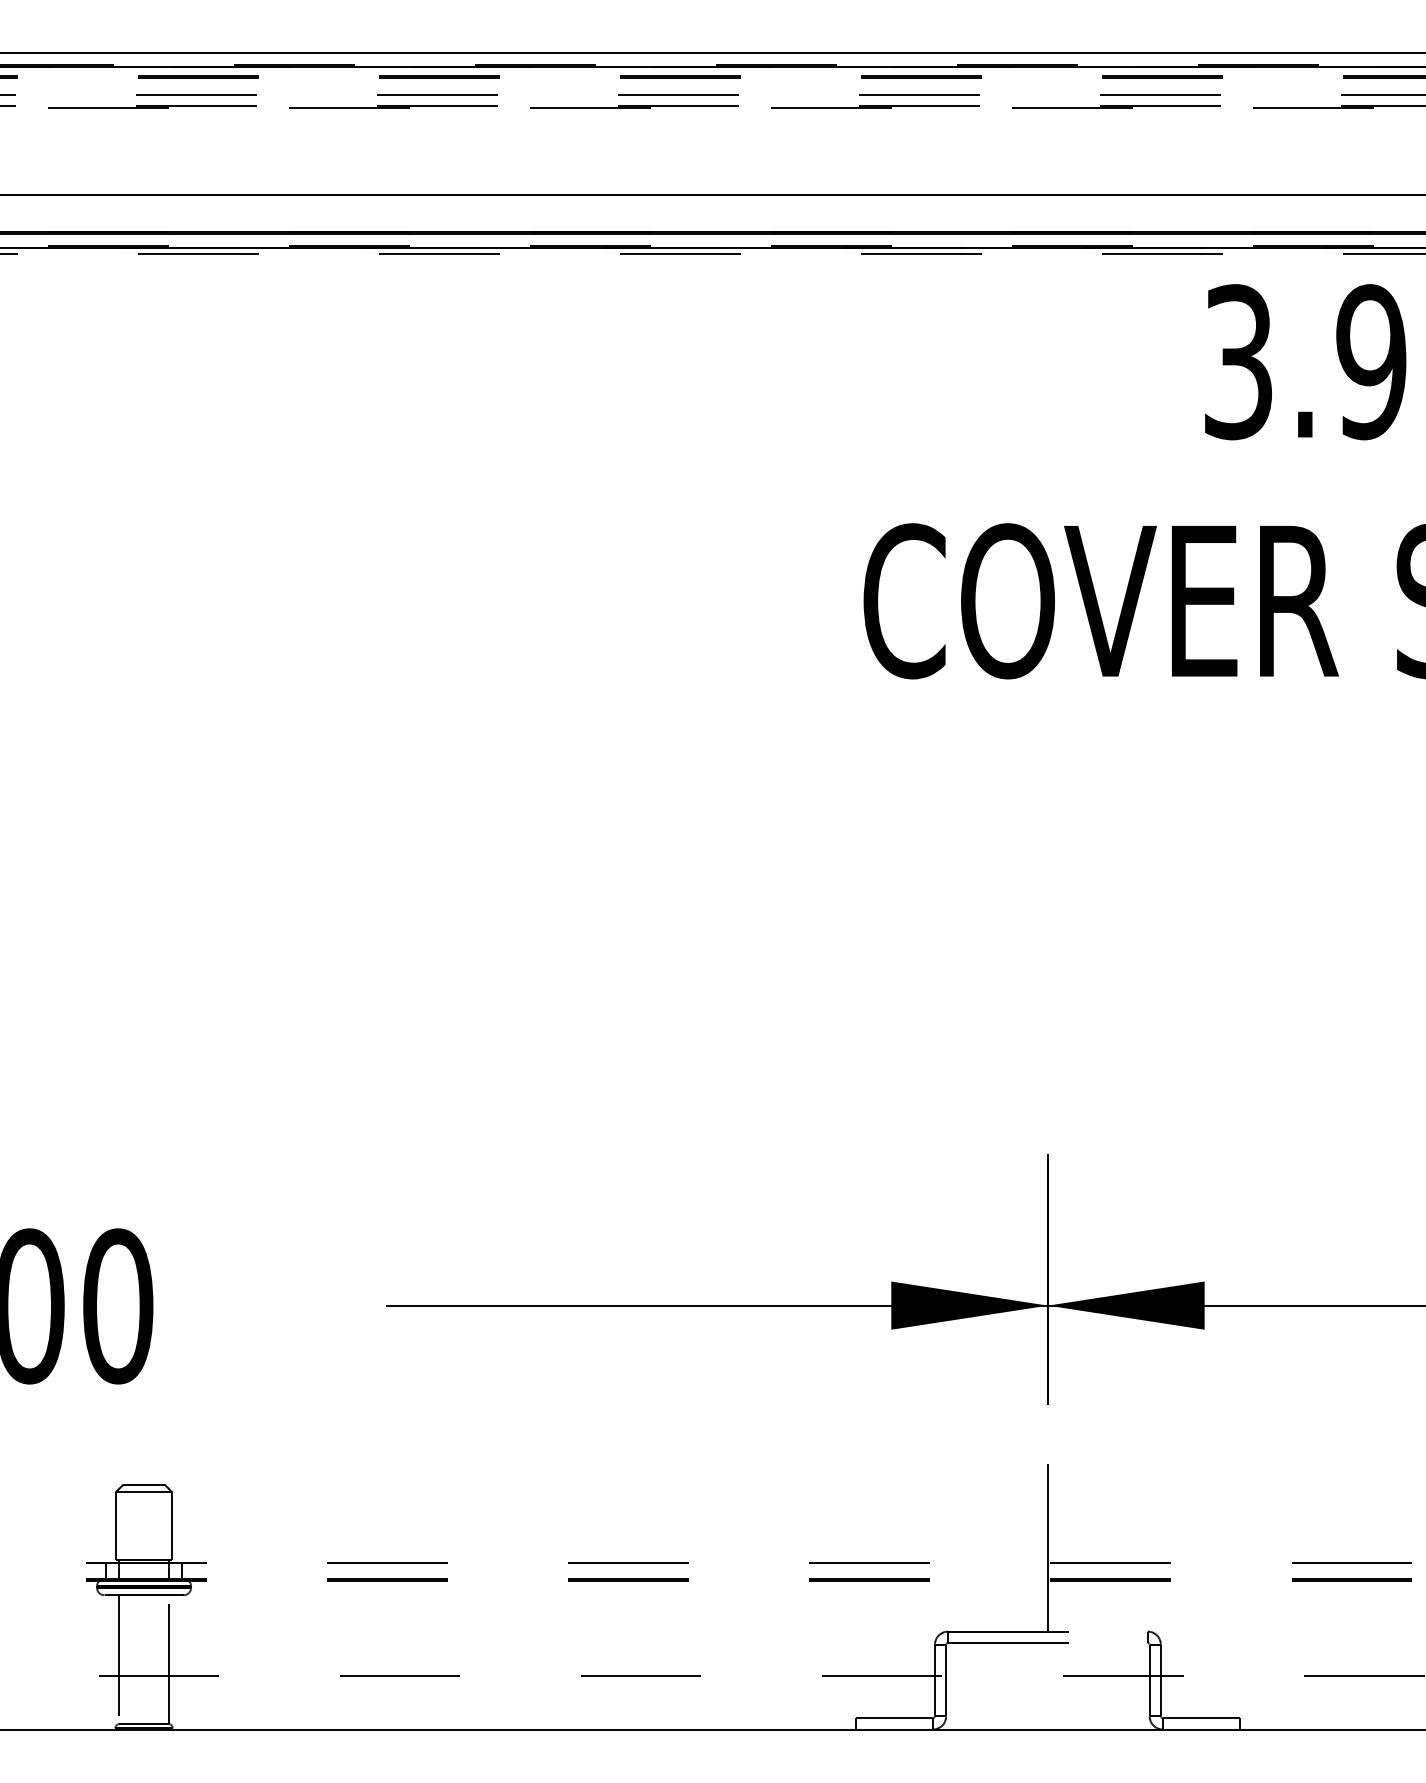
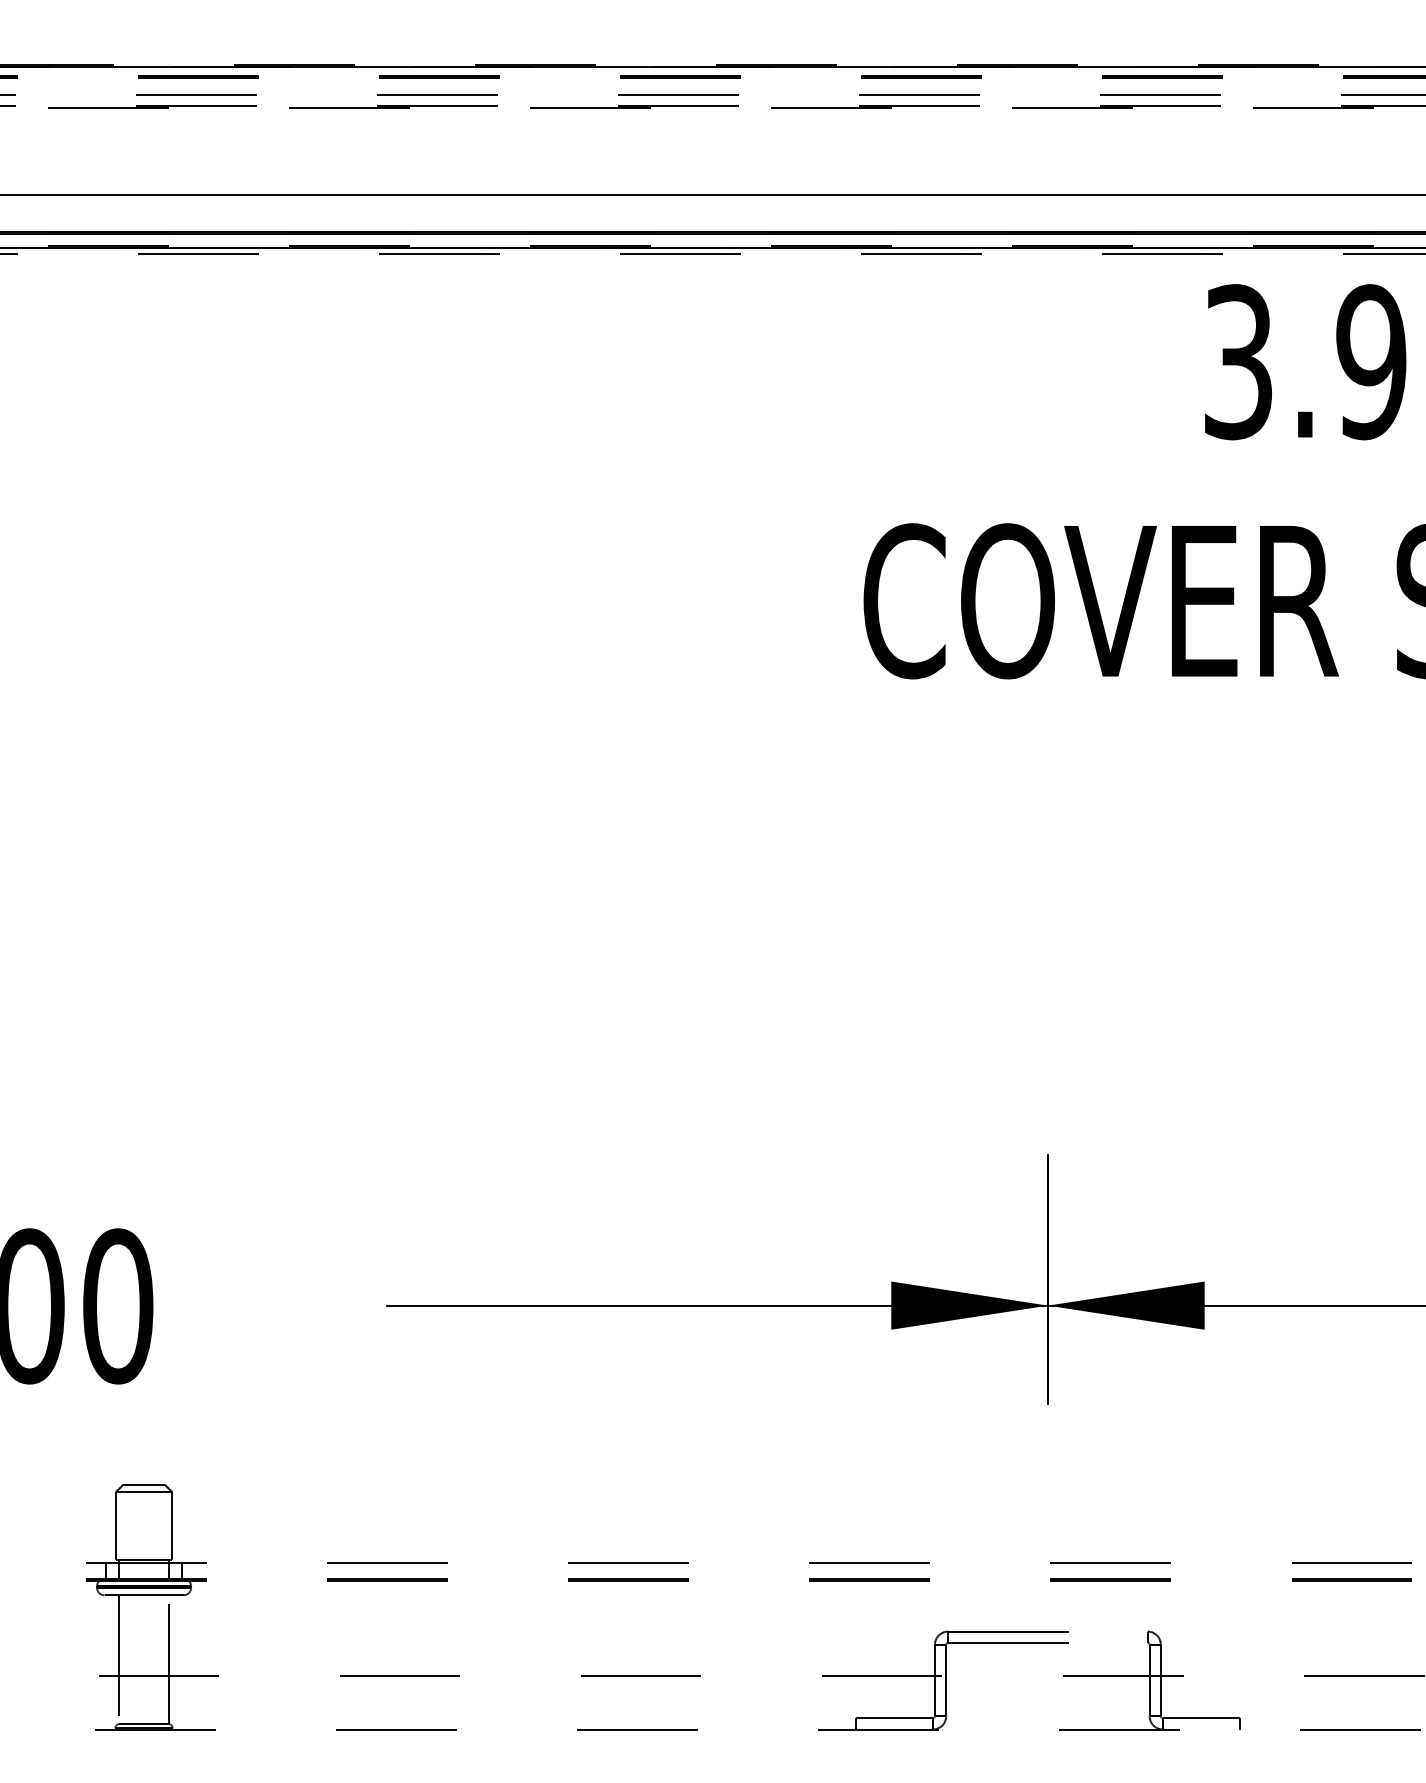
line at (712, 53): present -> none
line at (1047, 1547): present -> none
line at (713, 1729): solid -> dashed
